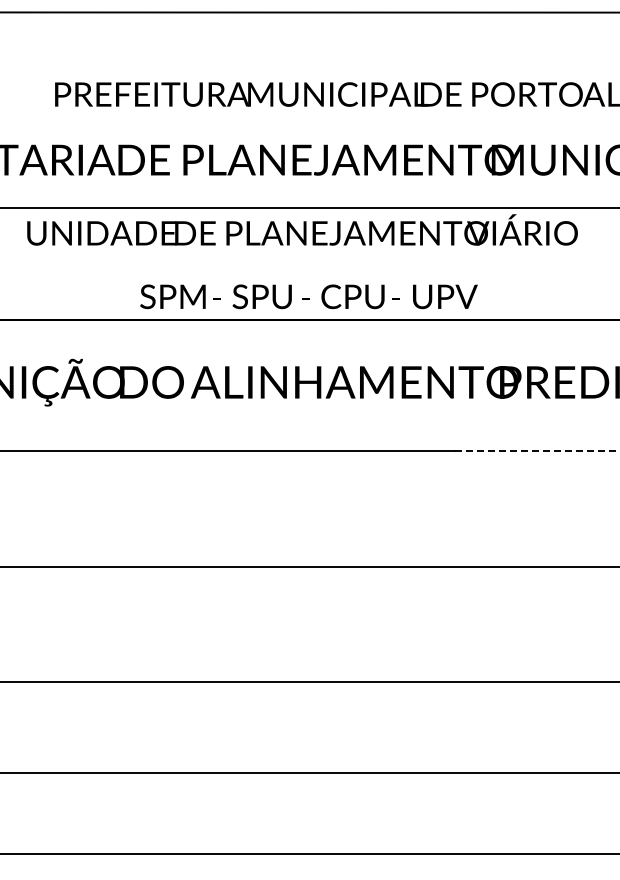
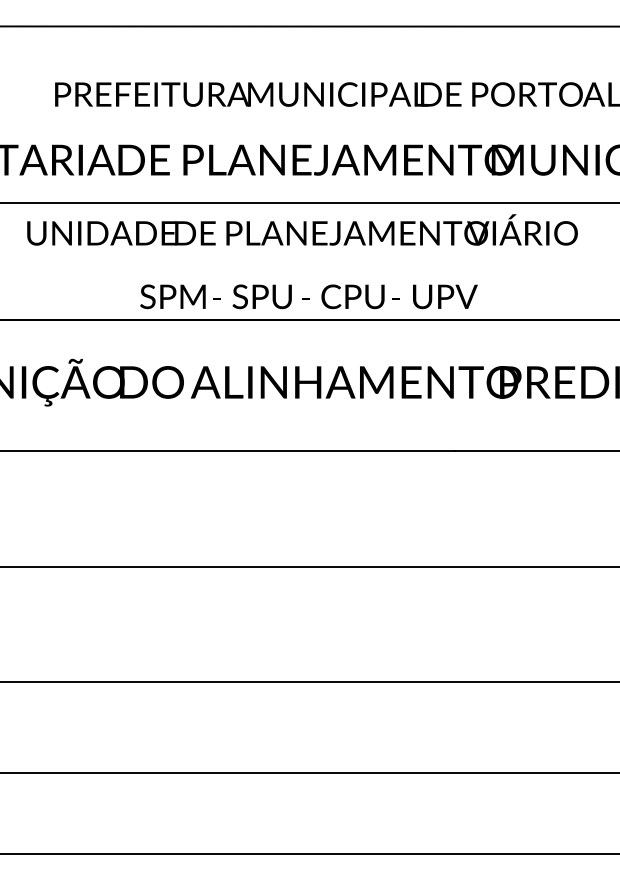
line at (309, 12) position: (309, 12) -> (309, 26)
line at (309, 207) position: (309, 207) -> (309, 202)
line at (538, 451): dashed -> solid
